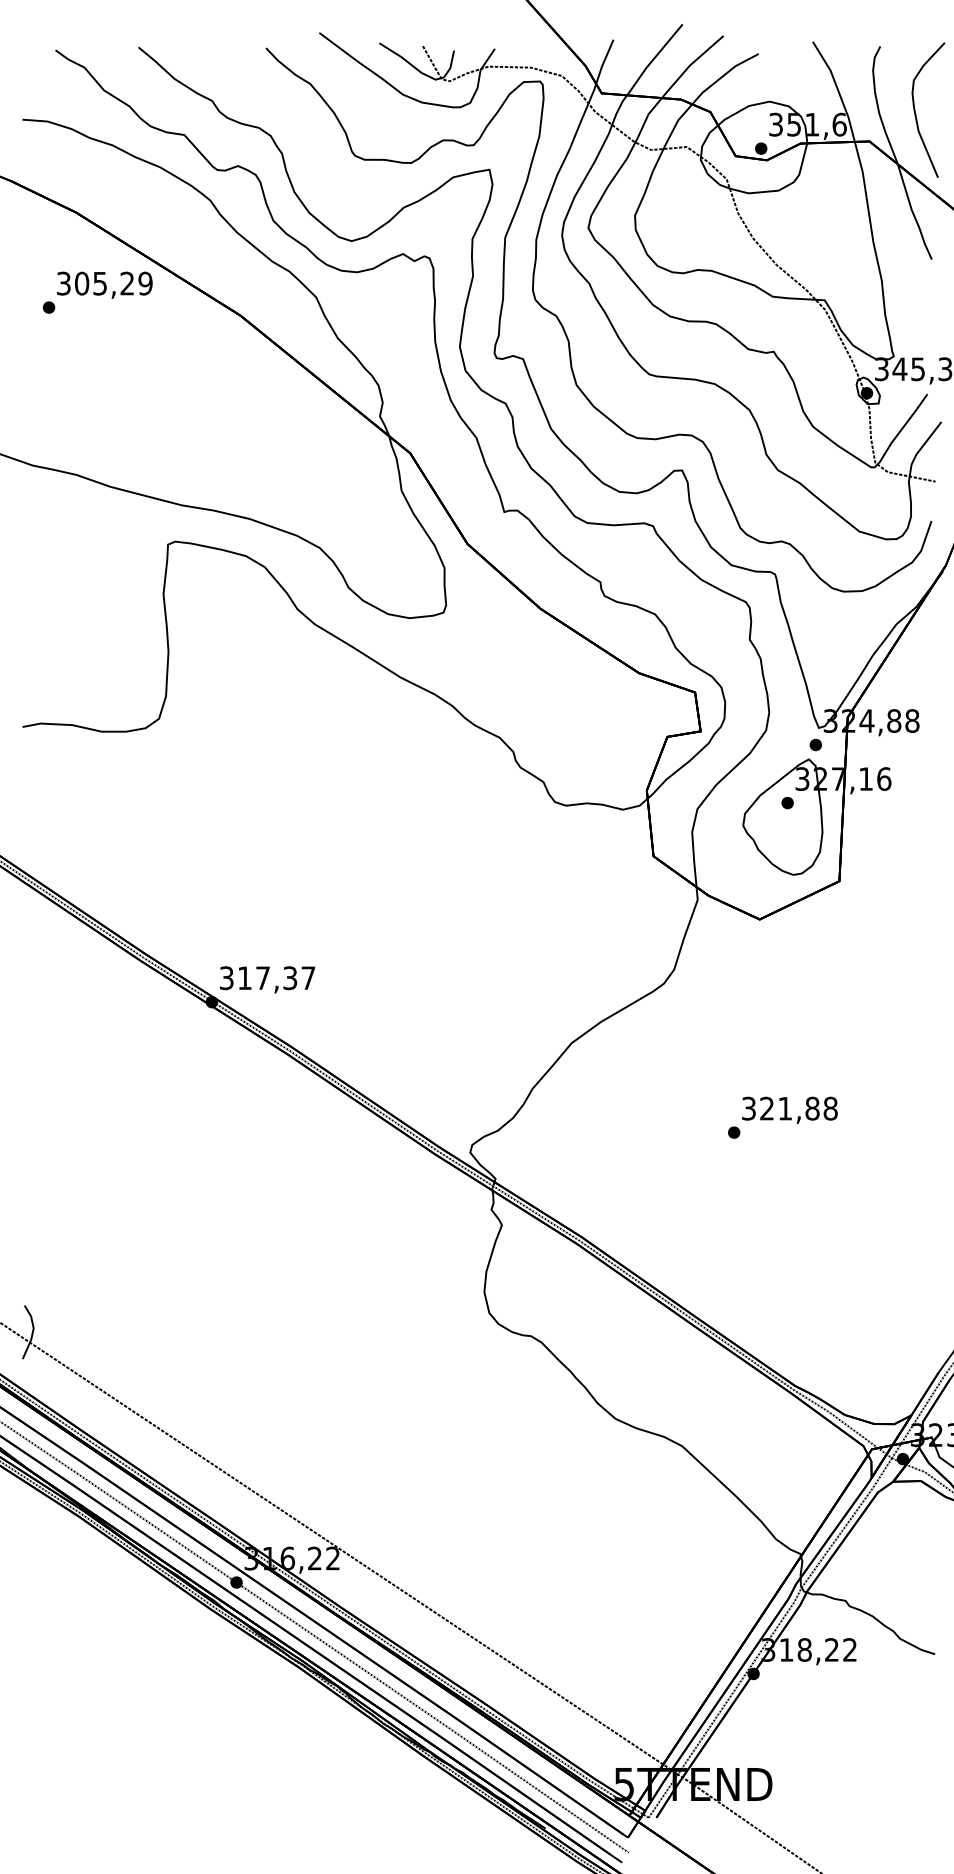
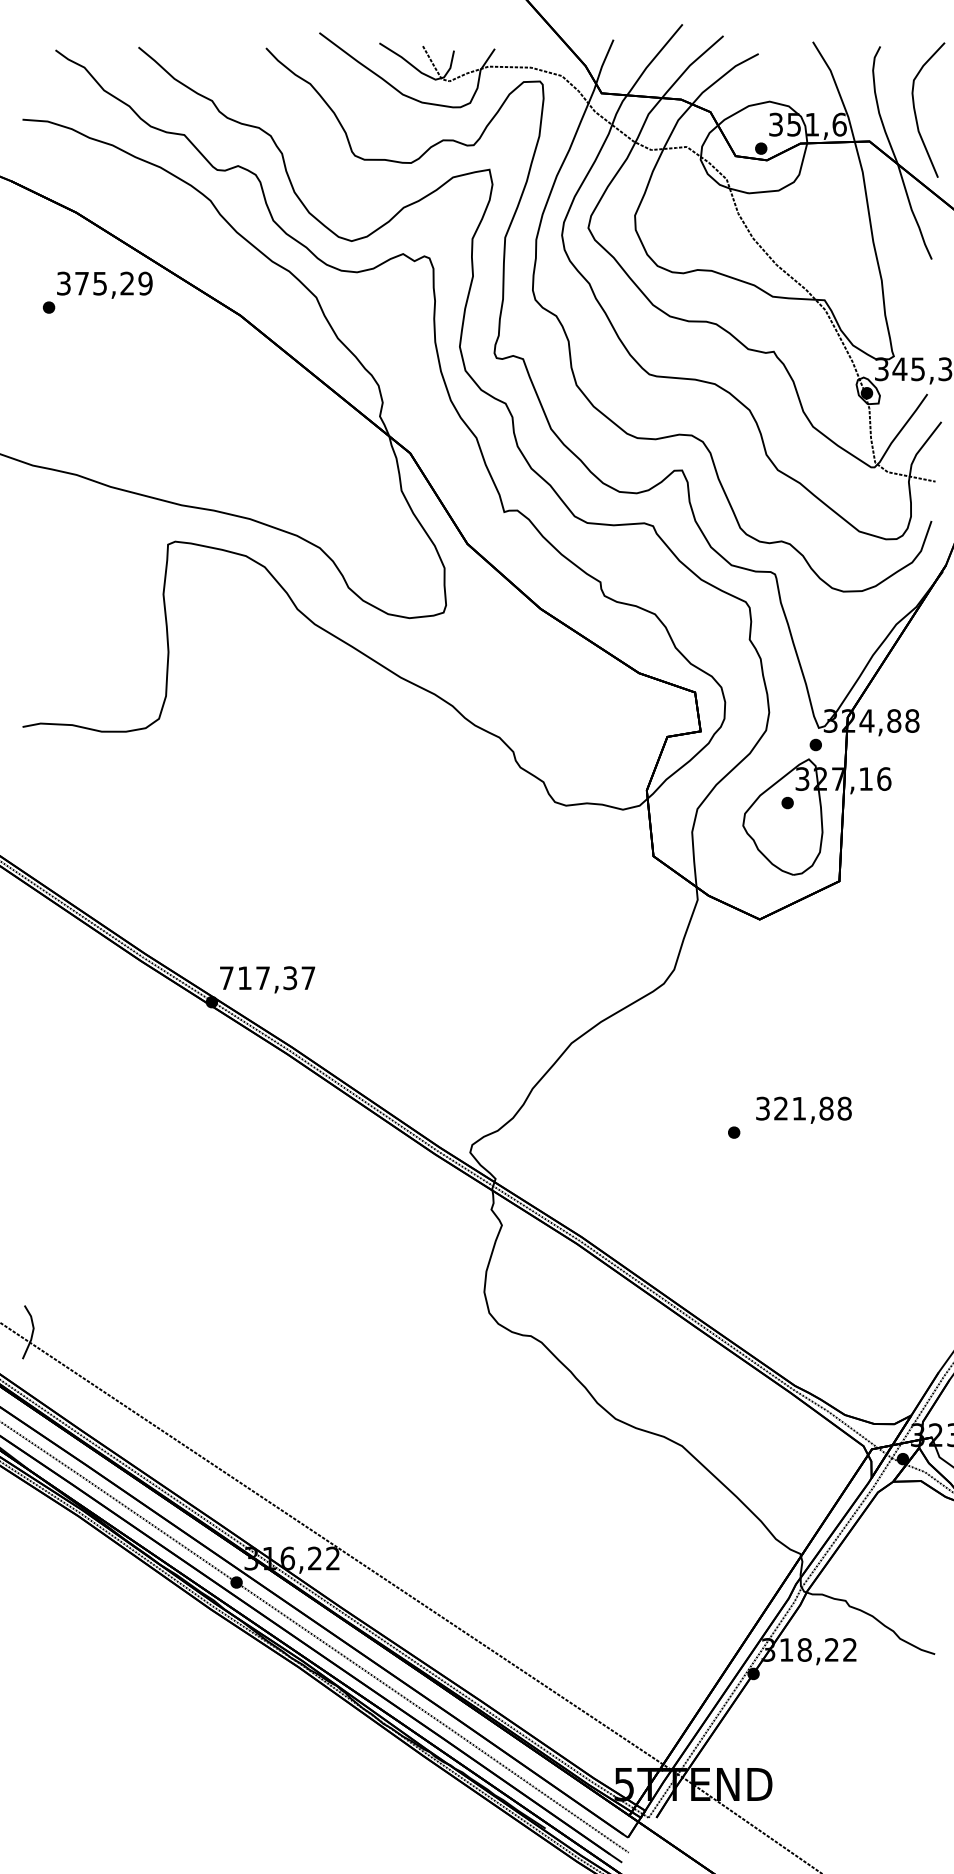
text at (82, 283): 305,29 -> 375,29
text at (226, 978): 317,37 -> 717,37
text at (789, 1109) position: (789, 1109) -> (803, 1109)
